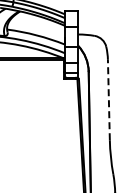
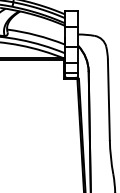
line at (108, 99): dashed -> solid
